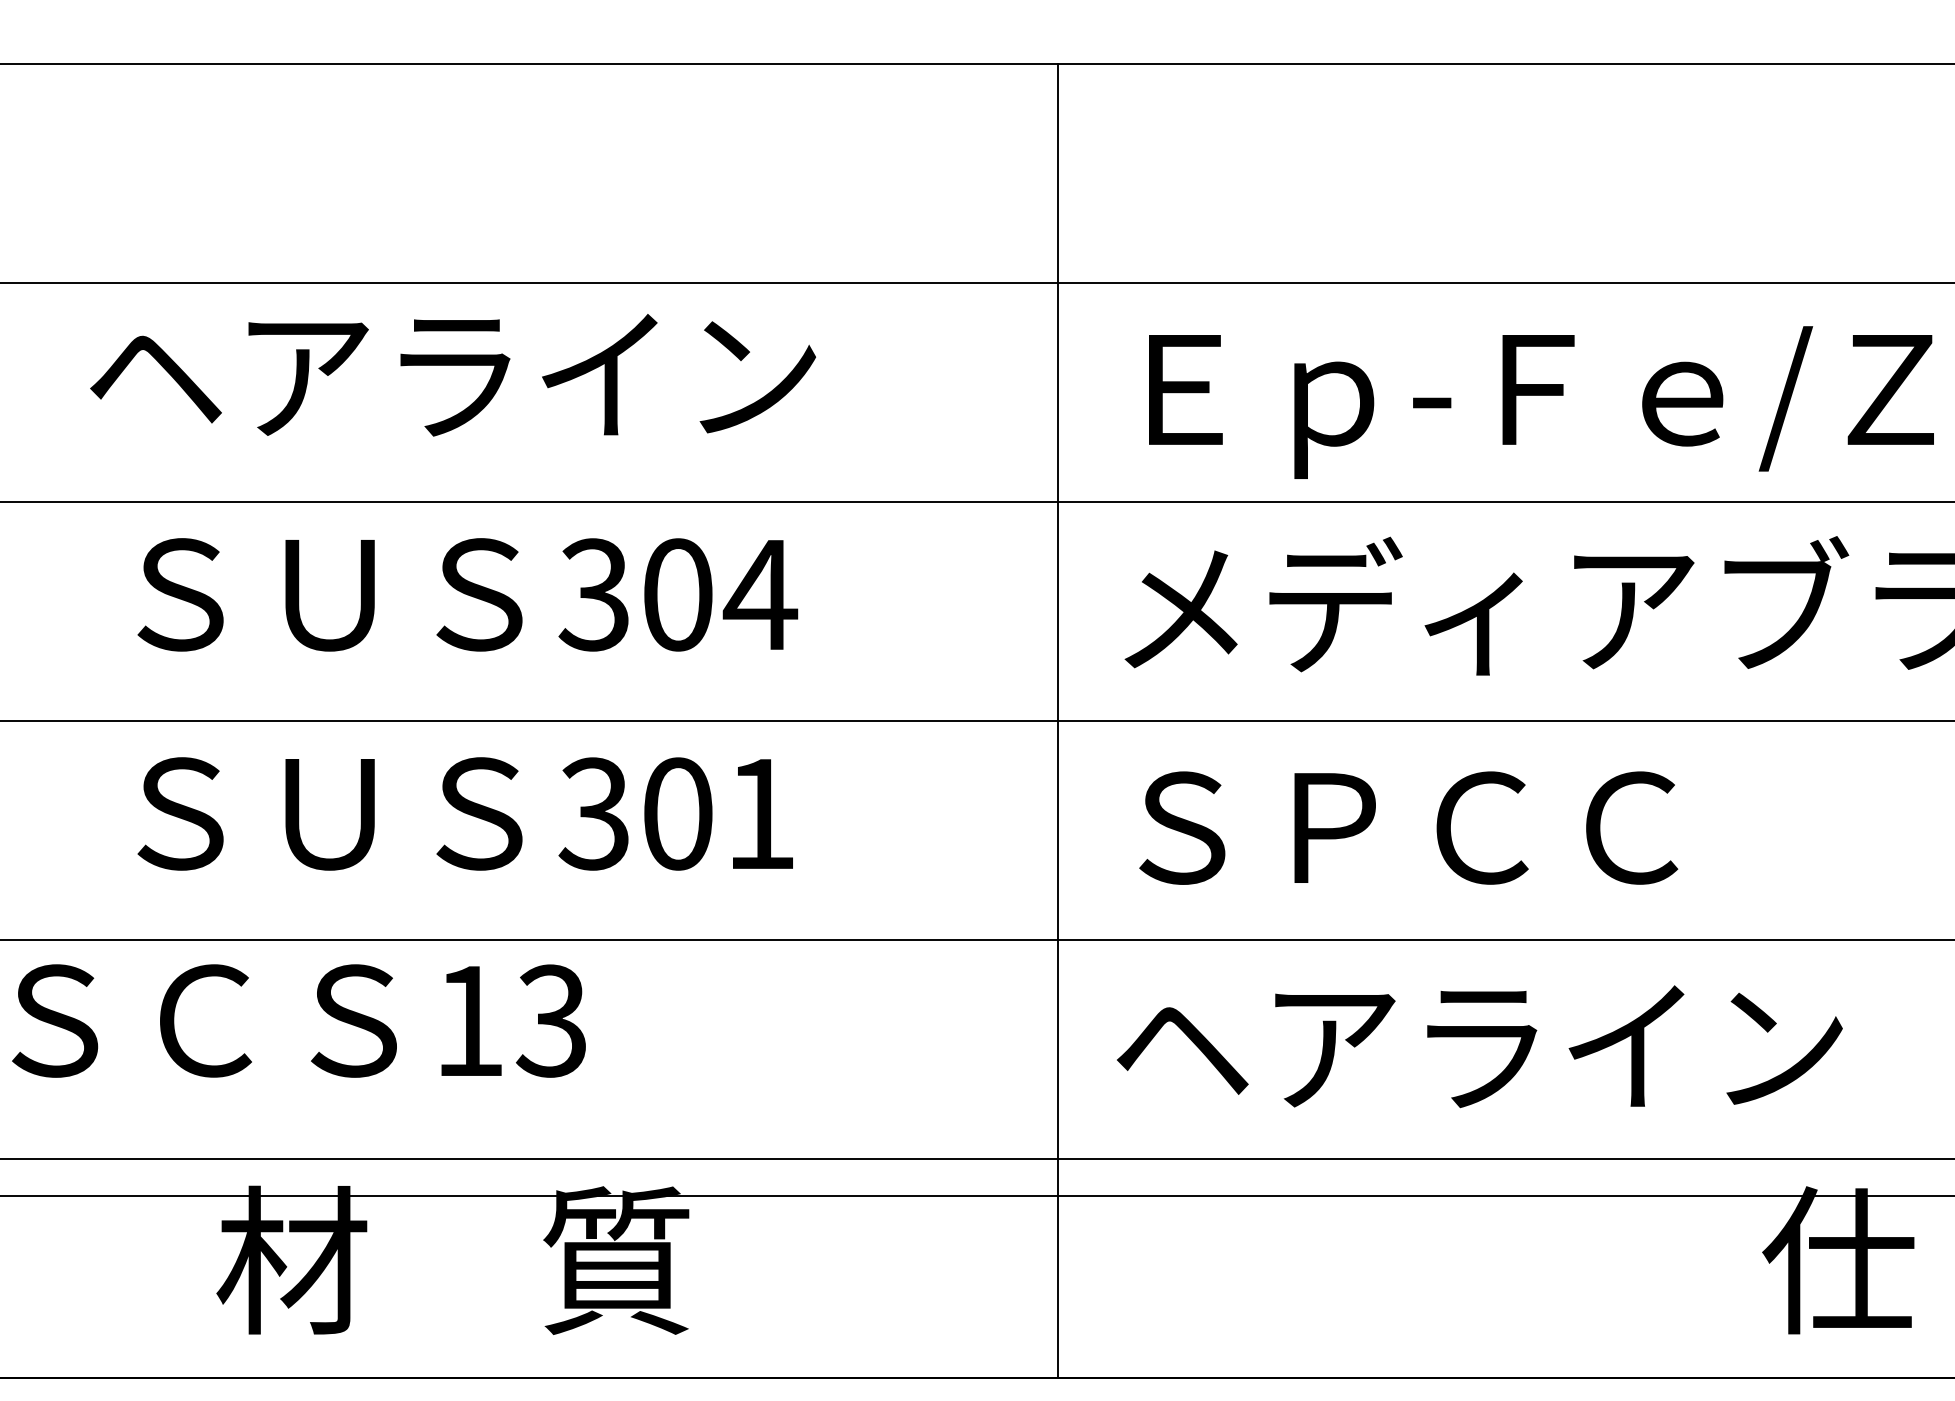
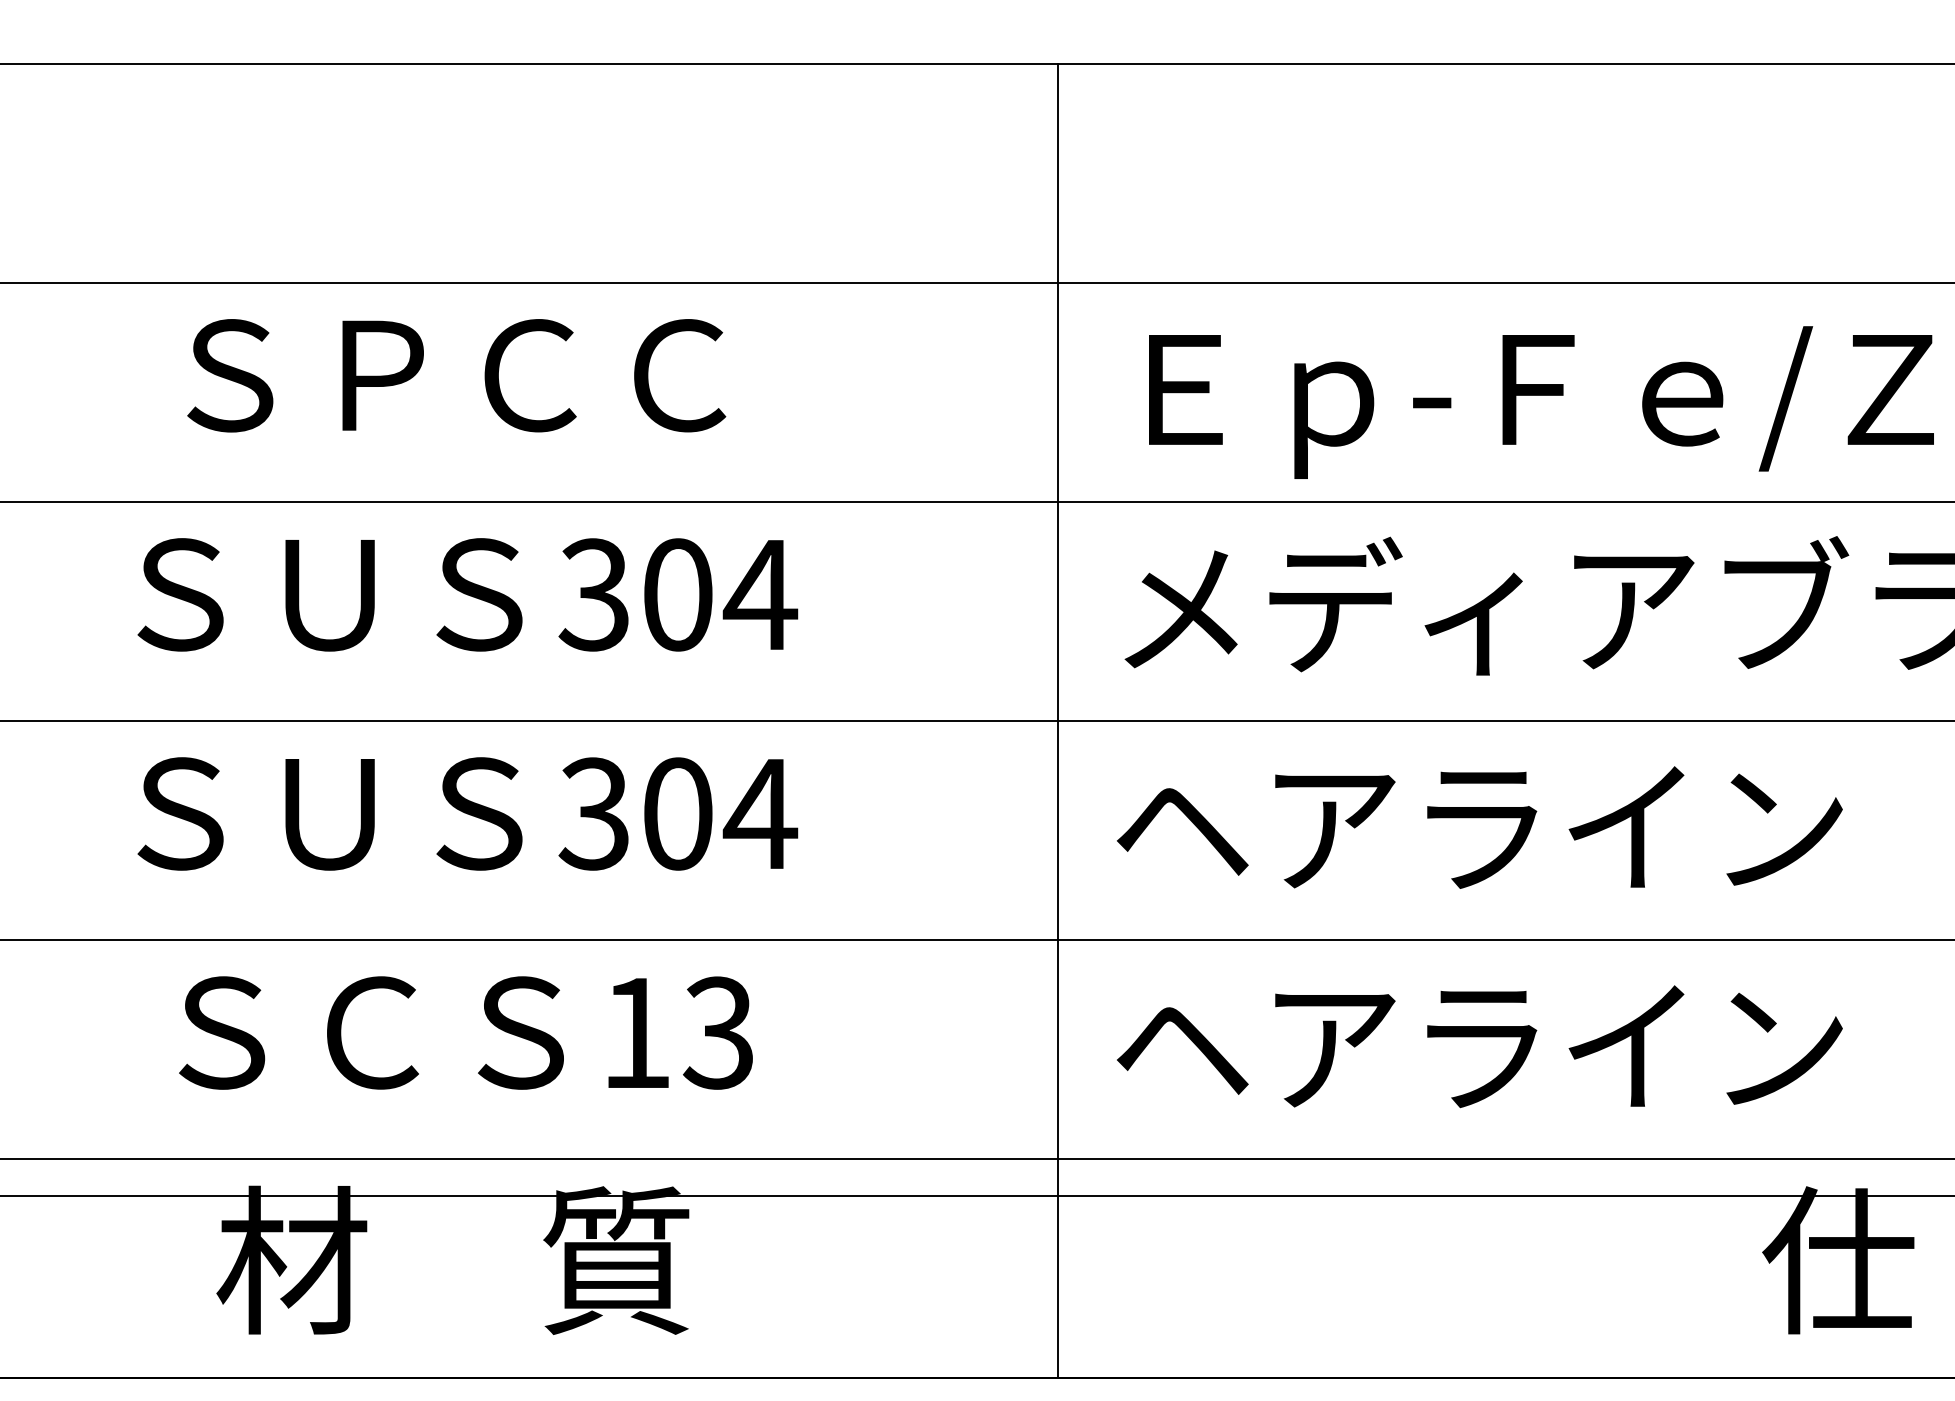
text at (453, 375): ヘアライン -> ＳＰＣＣ
text at (760, 813): 301 -> 304
text at (1479, 827): ＳＰＣＣ -> ヘアライン
text at (298, 1020) position: (298, 1020) -> (465, 1032)
